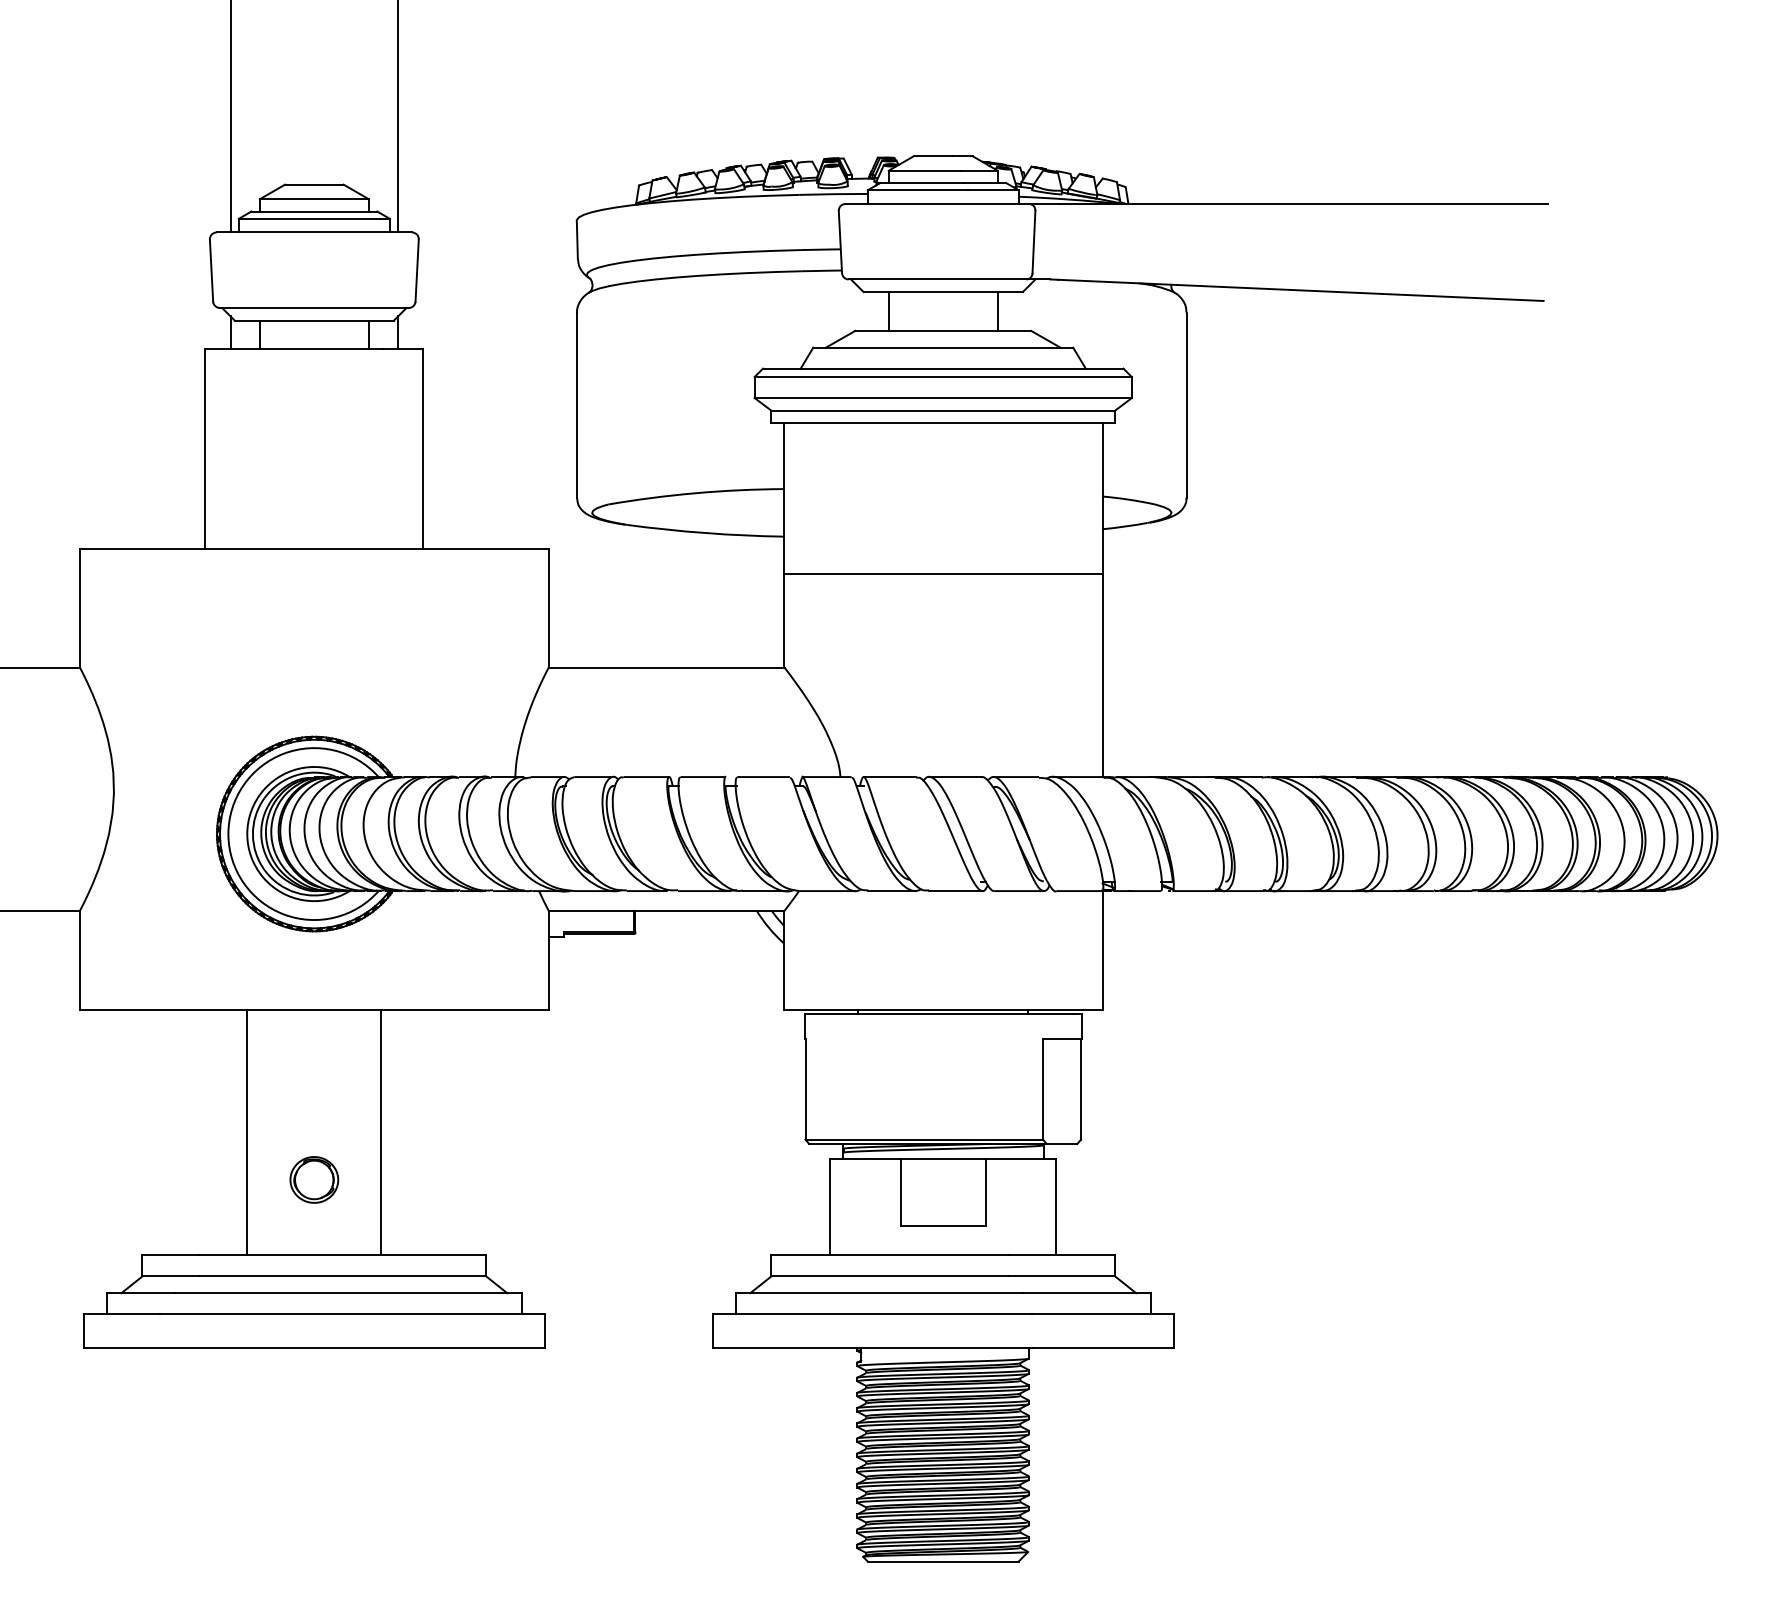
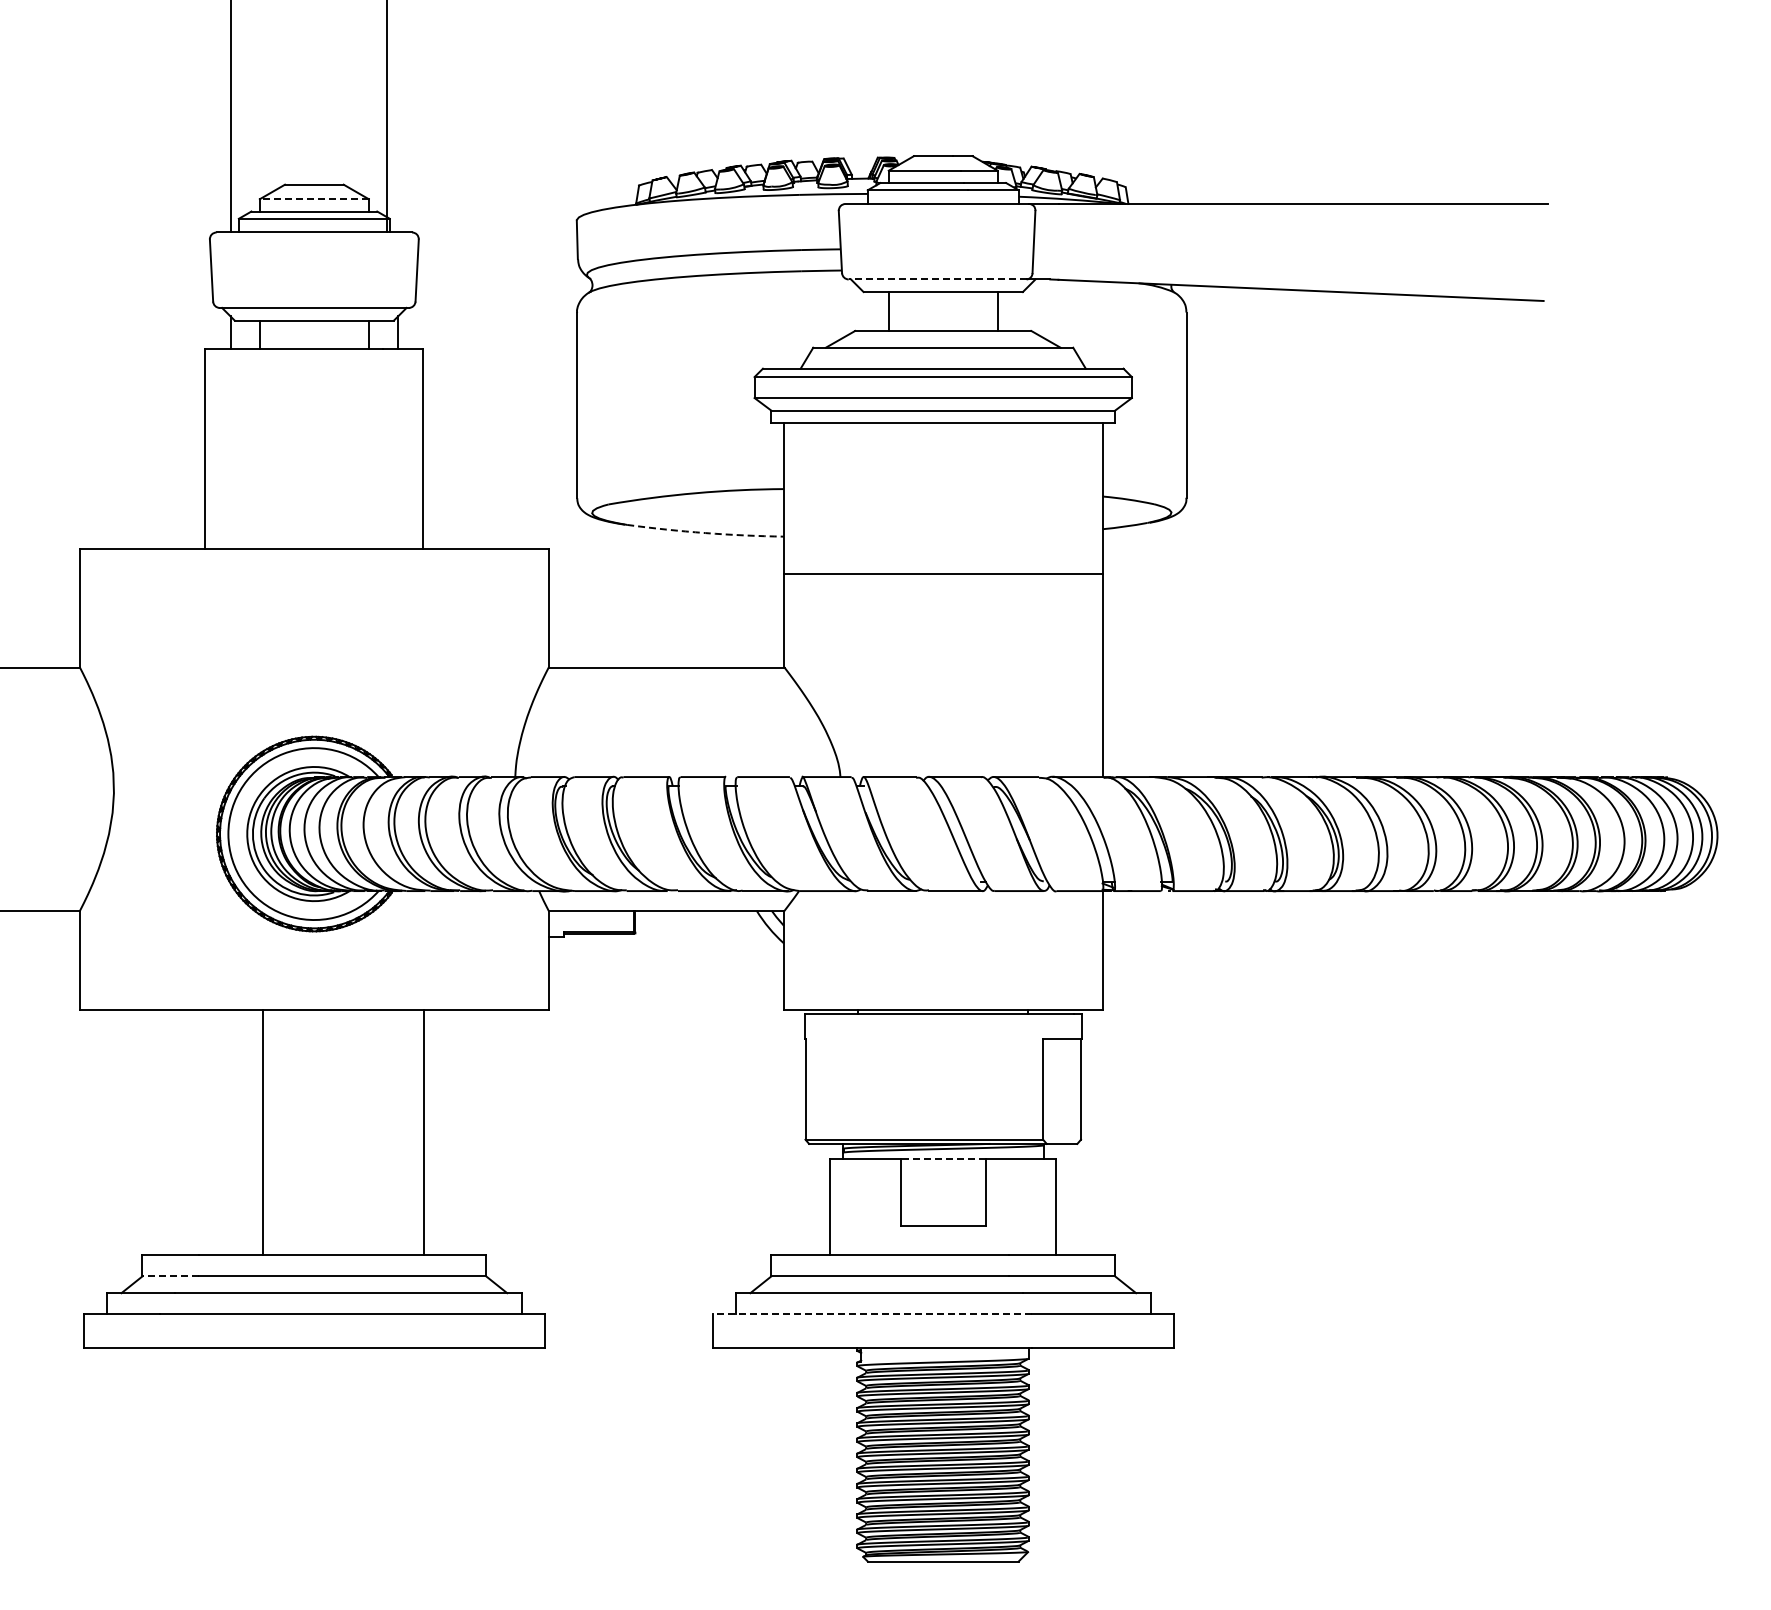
line at (398, 117) position: (398, 117) -> (387, 117)
line at (314, 199): solid -> dashed
line at (937, 279): solid -> dashed
arc at (705, 533): solid -> dashed
line at (247, 1132) position: (247, 1132) -> (263, 1132)
line at (381, 1132) position: (381, 1132) -> (424, 1132)
line at (943, 1159): solid -> dashed
part at (314, 1179): present -> none
line at (170, 1276): solid -> dashed
line at (871, 1314): solid -> dashed
